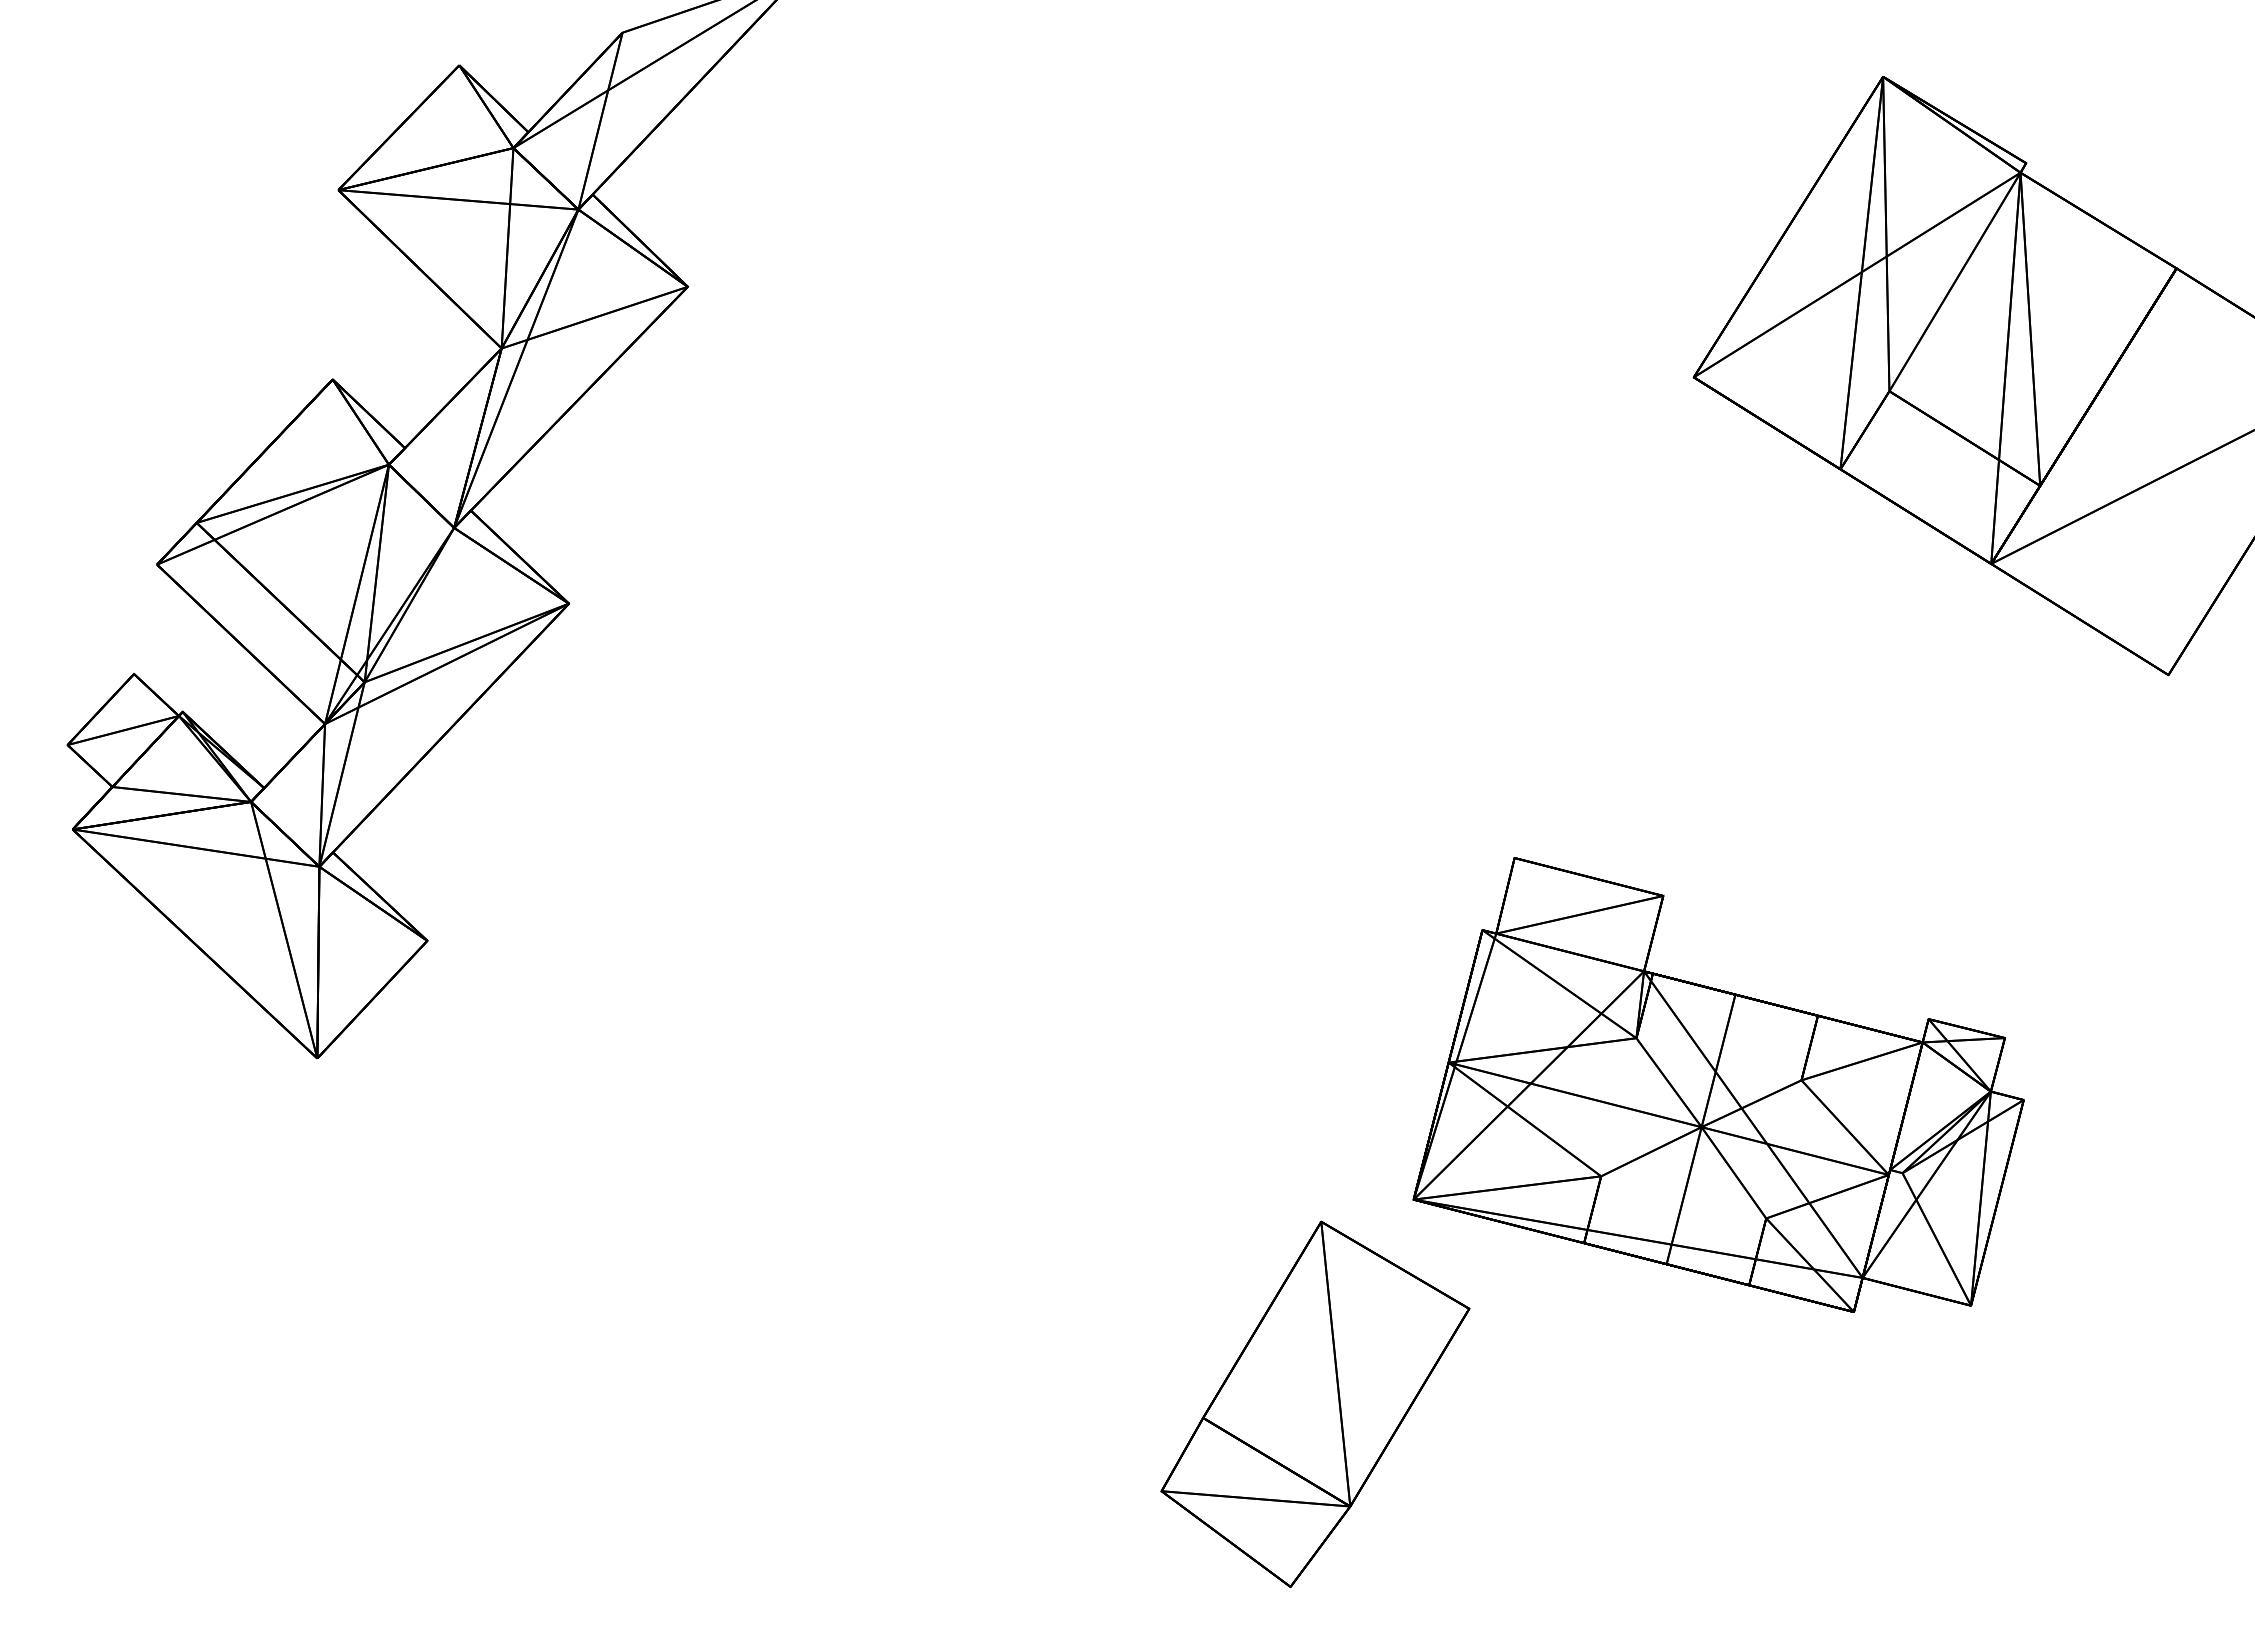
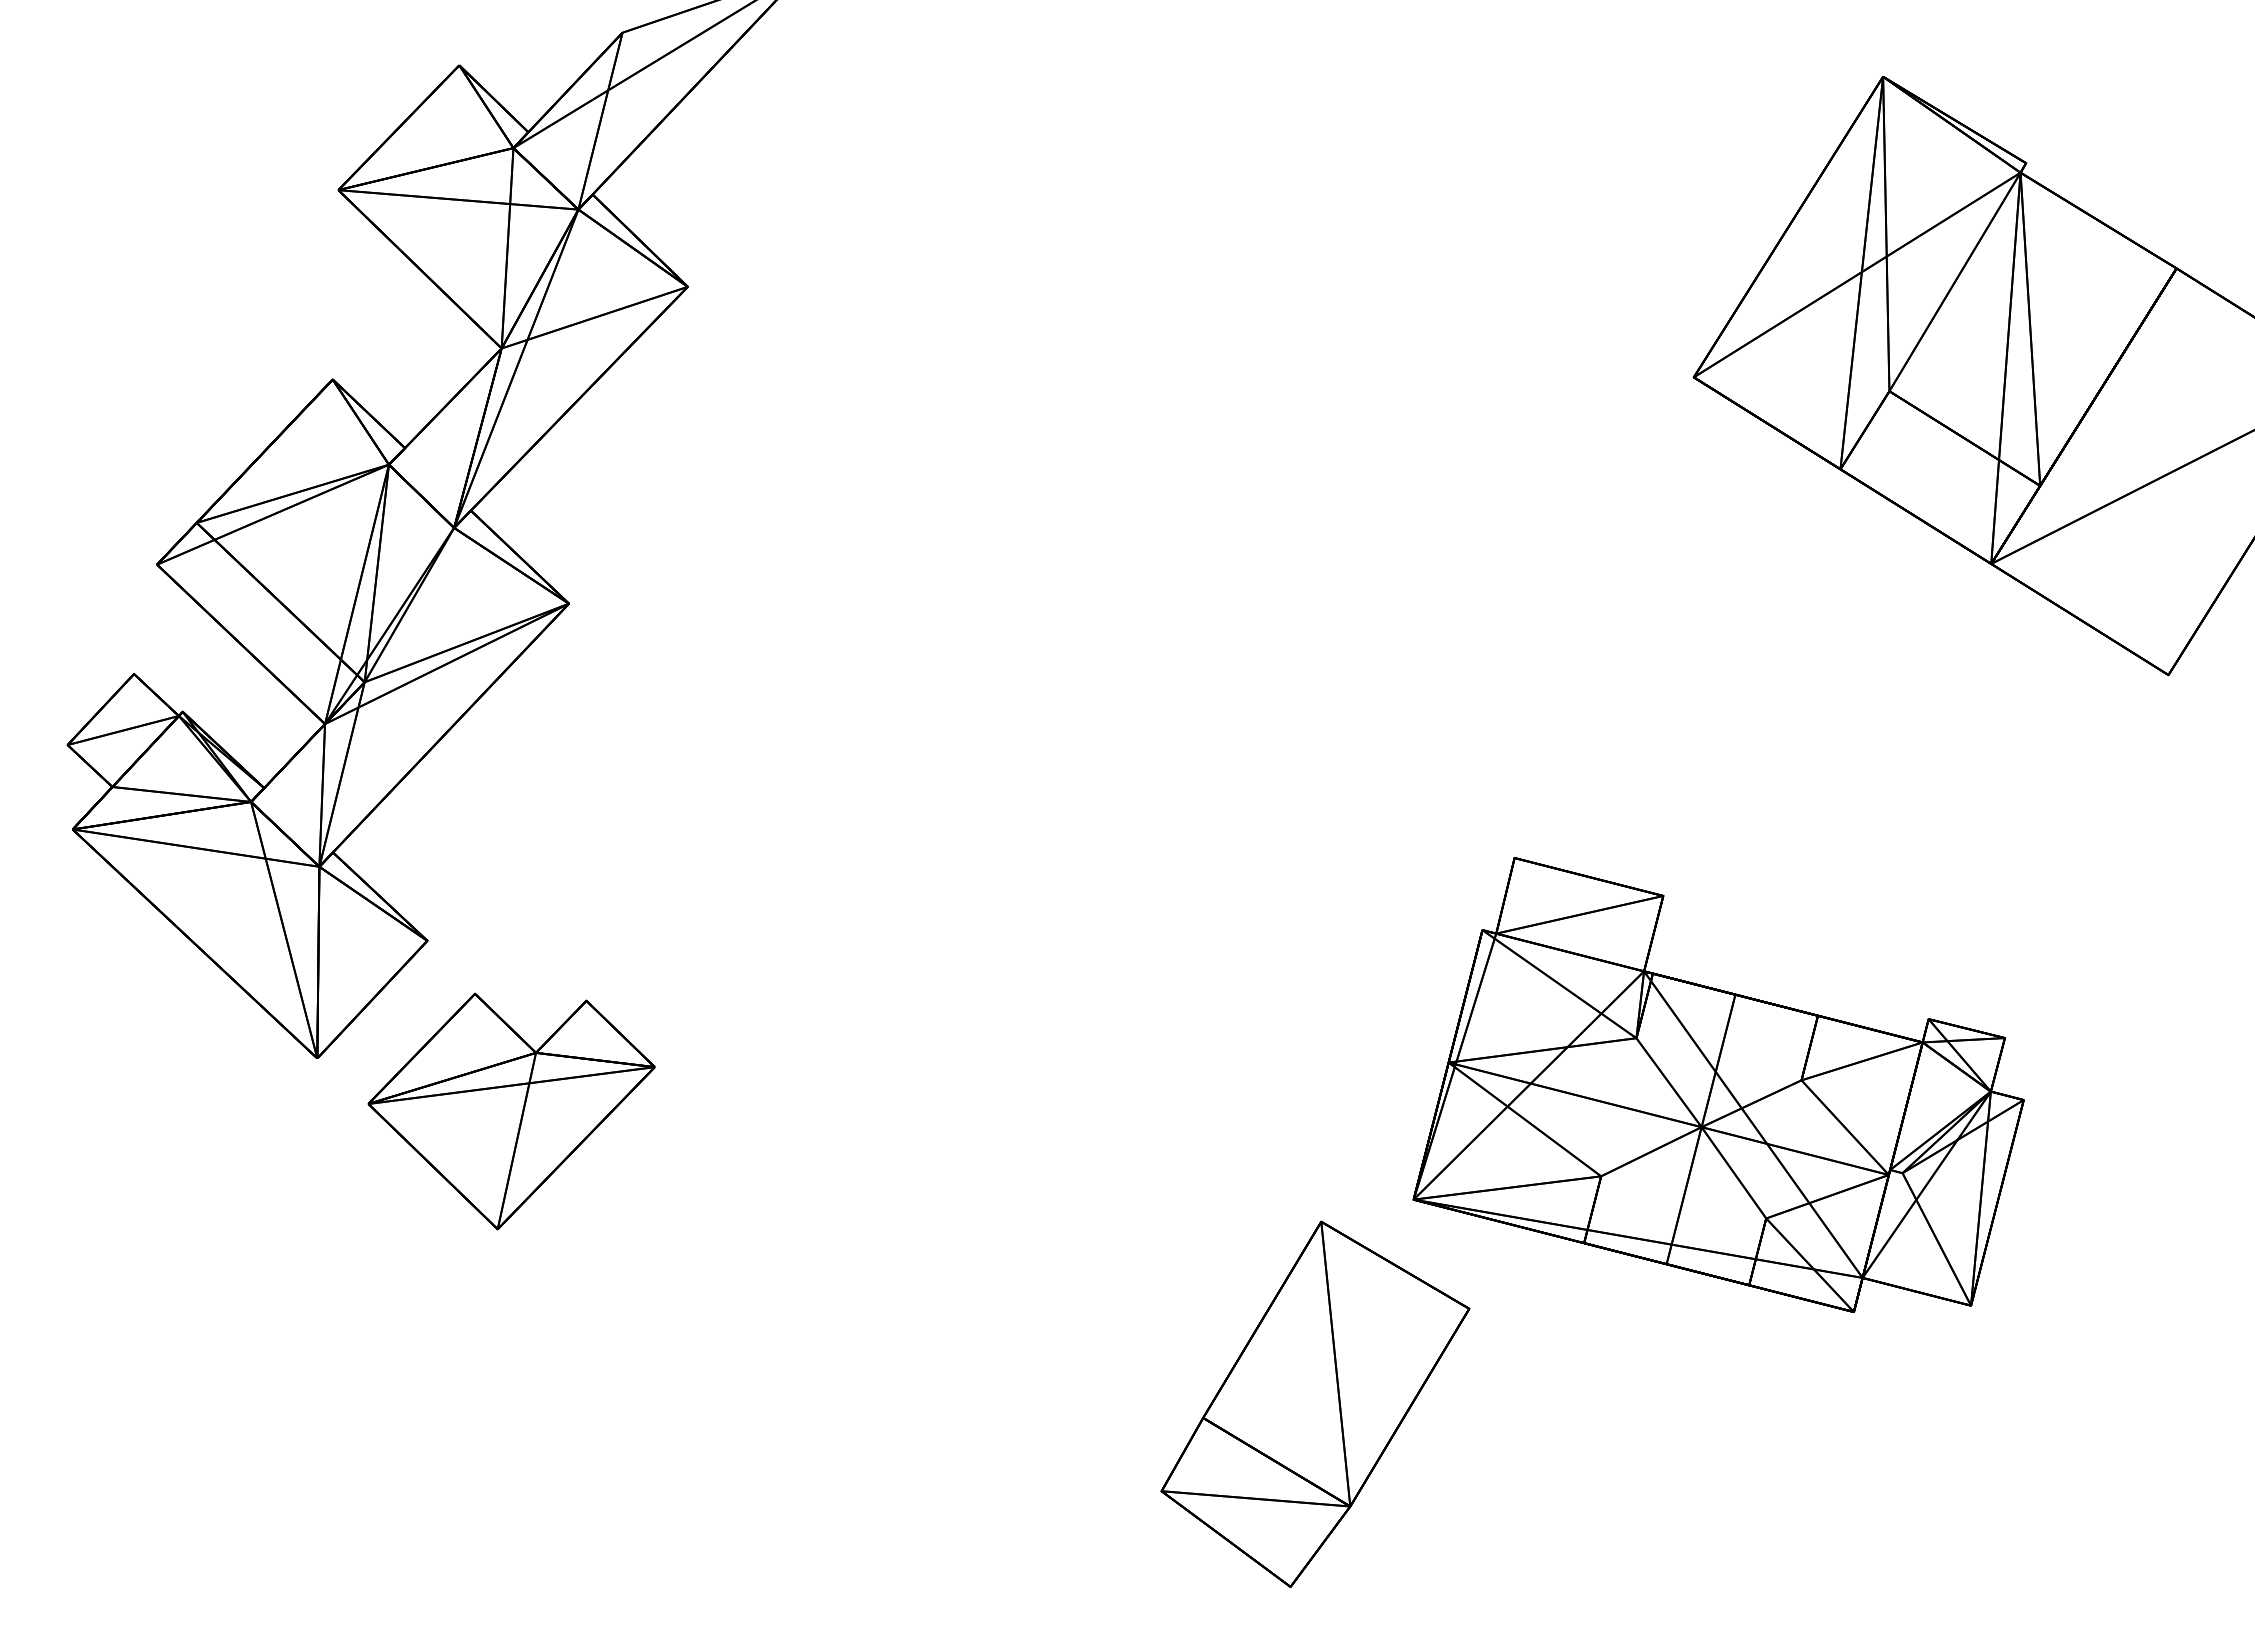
part at (511, 1111): none -> present
